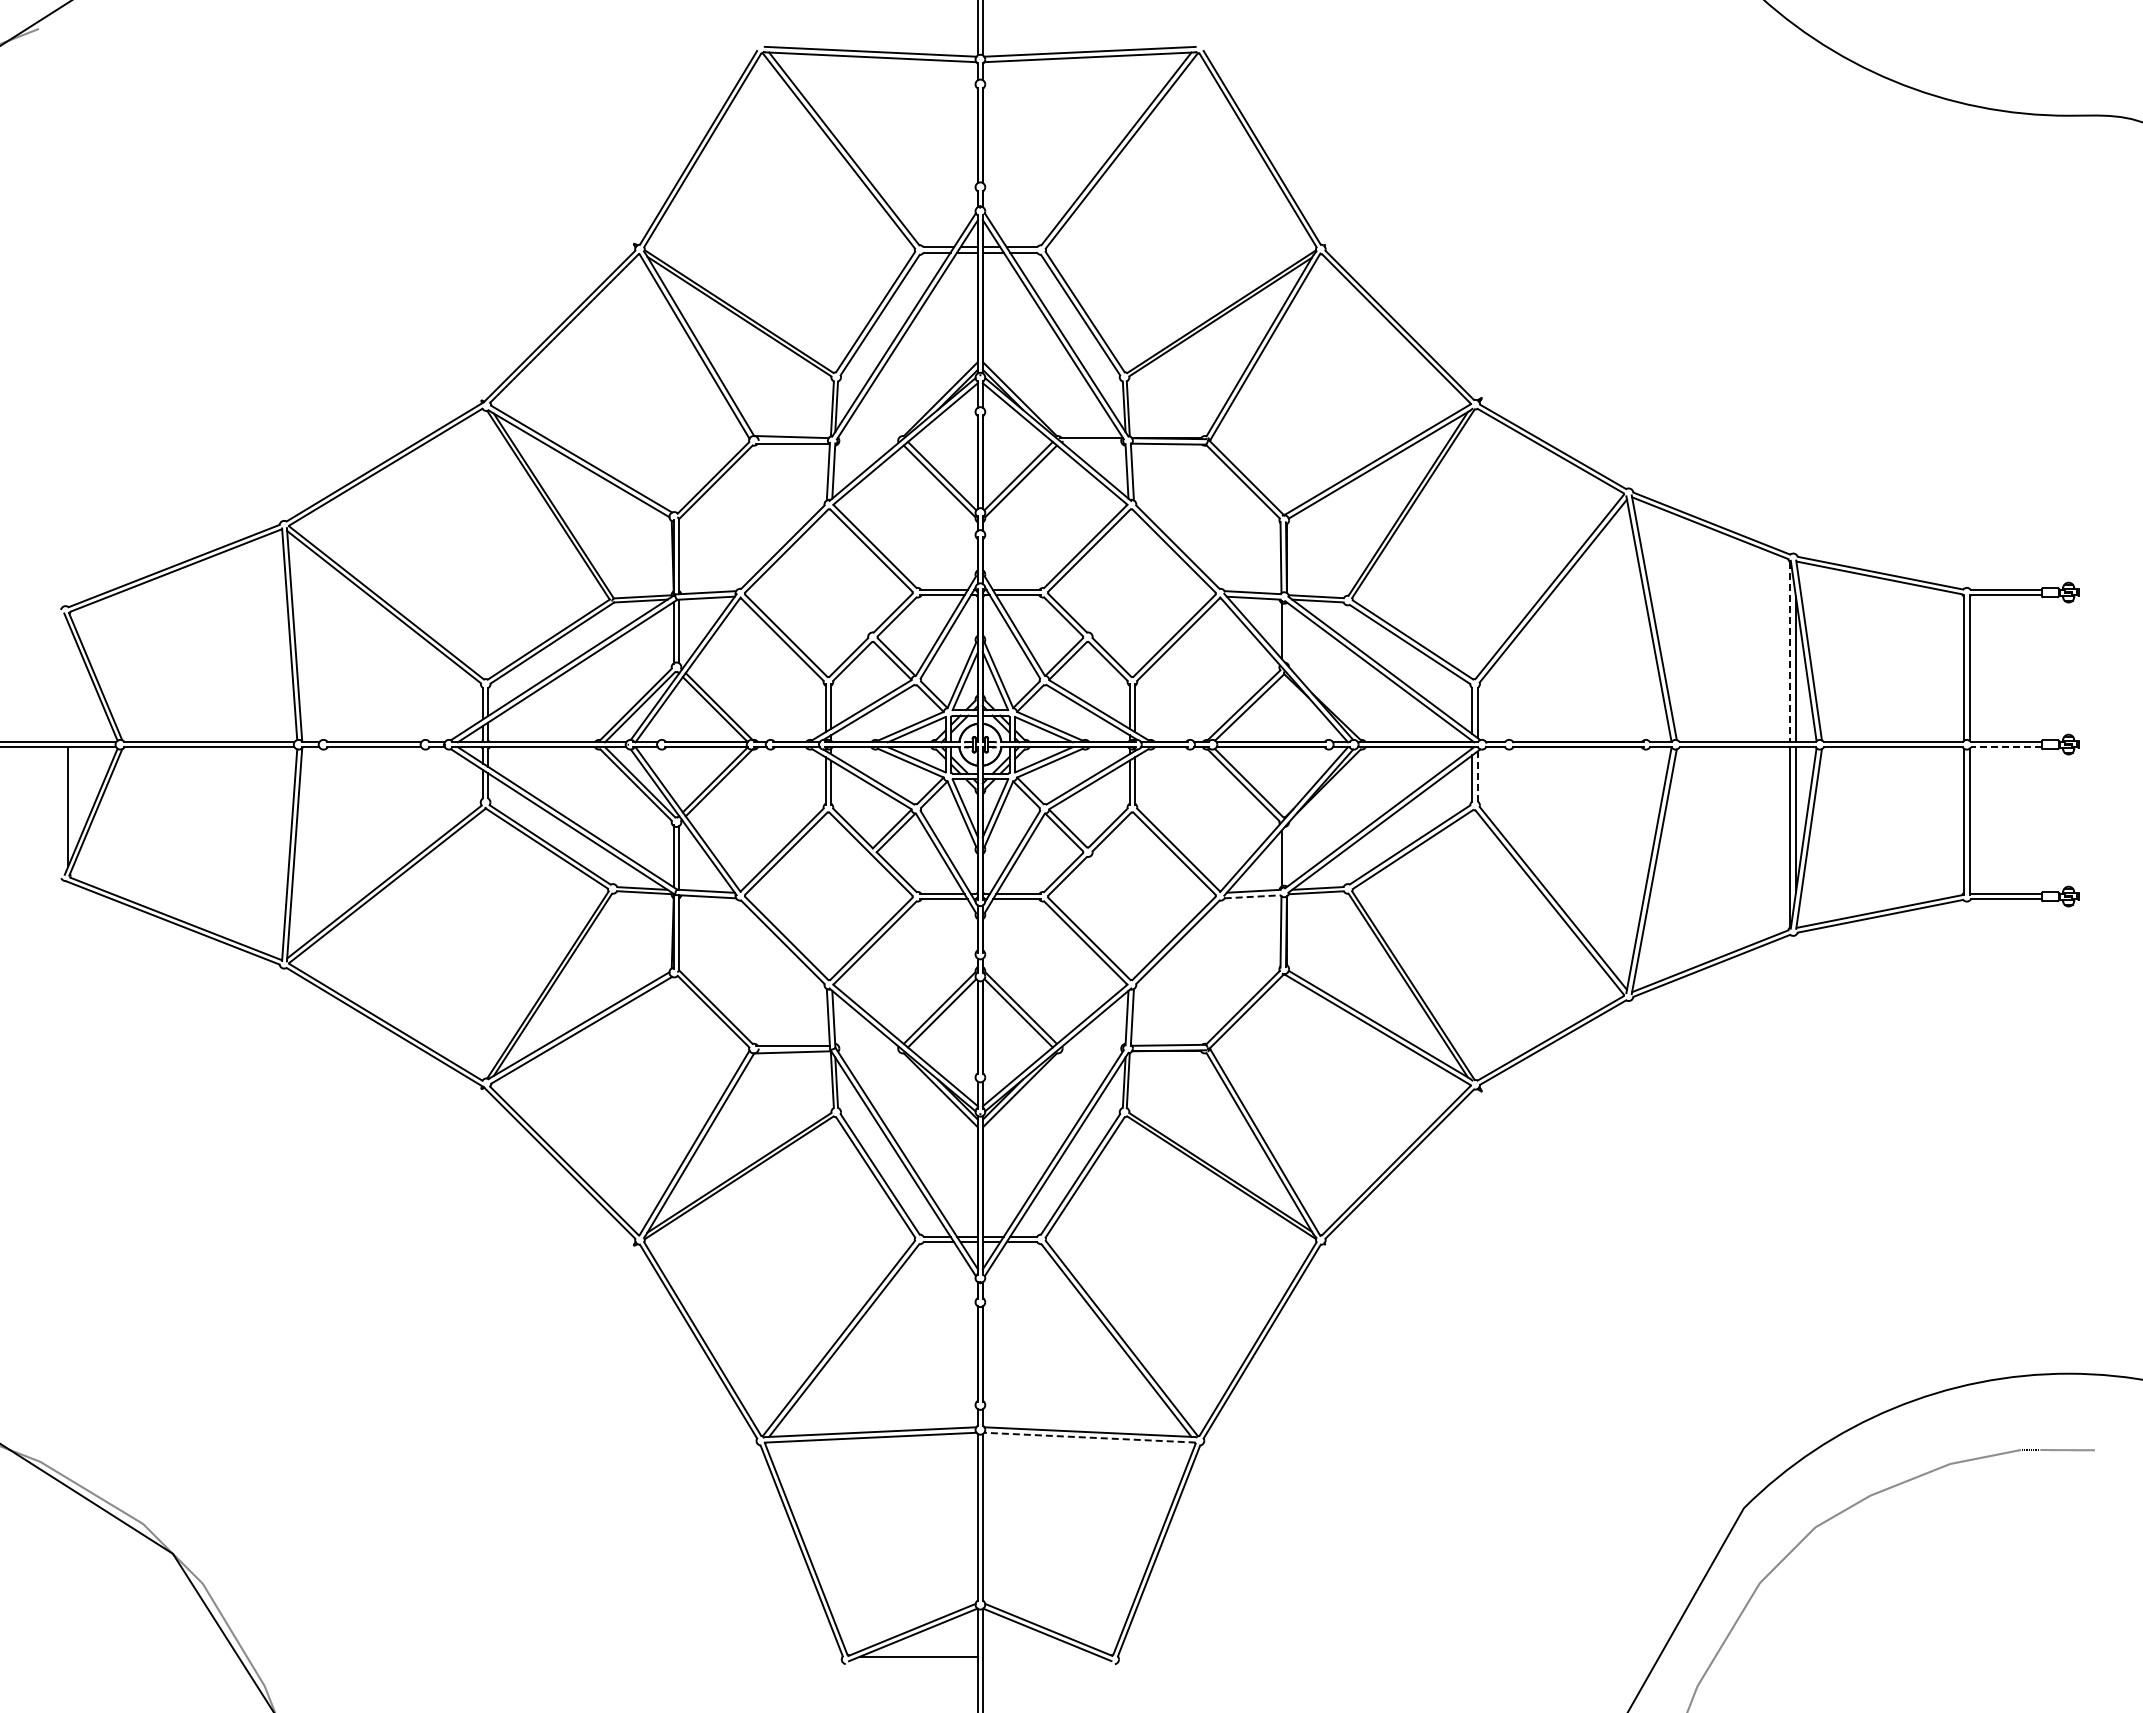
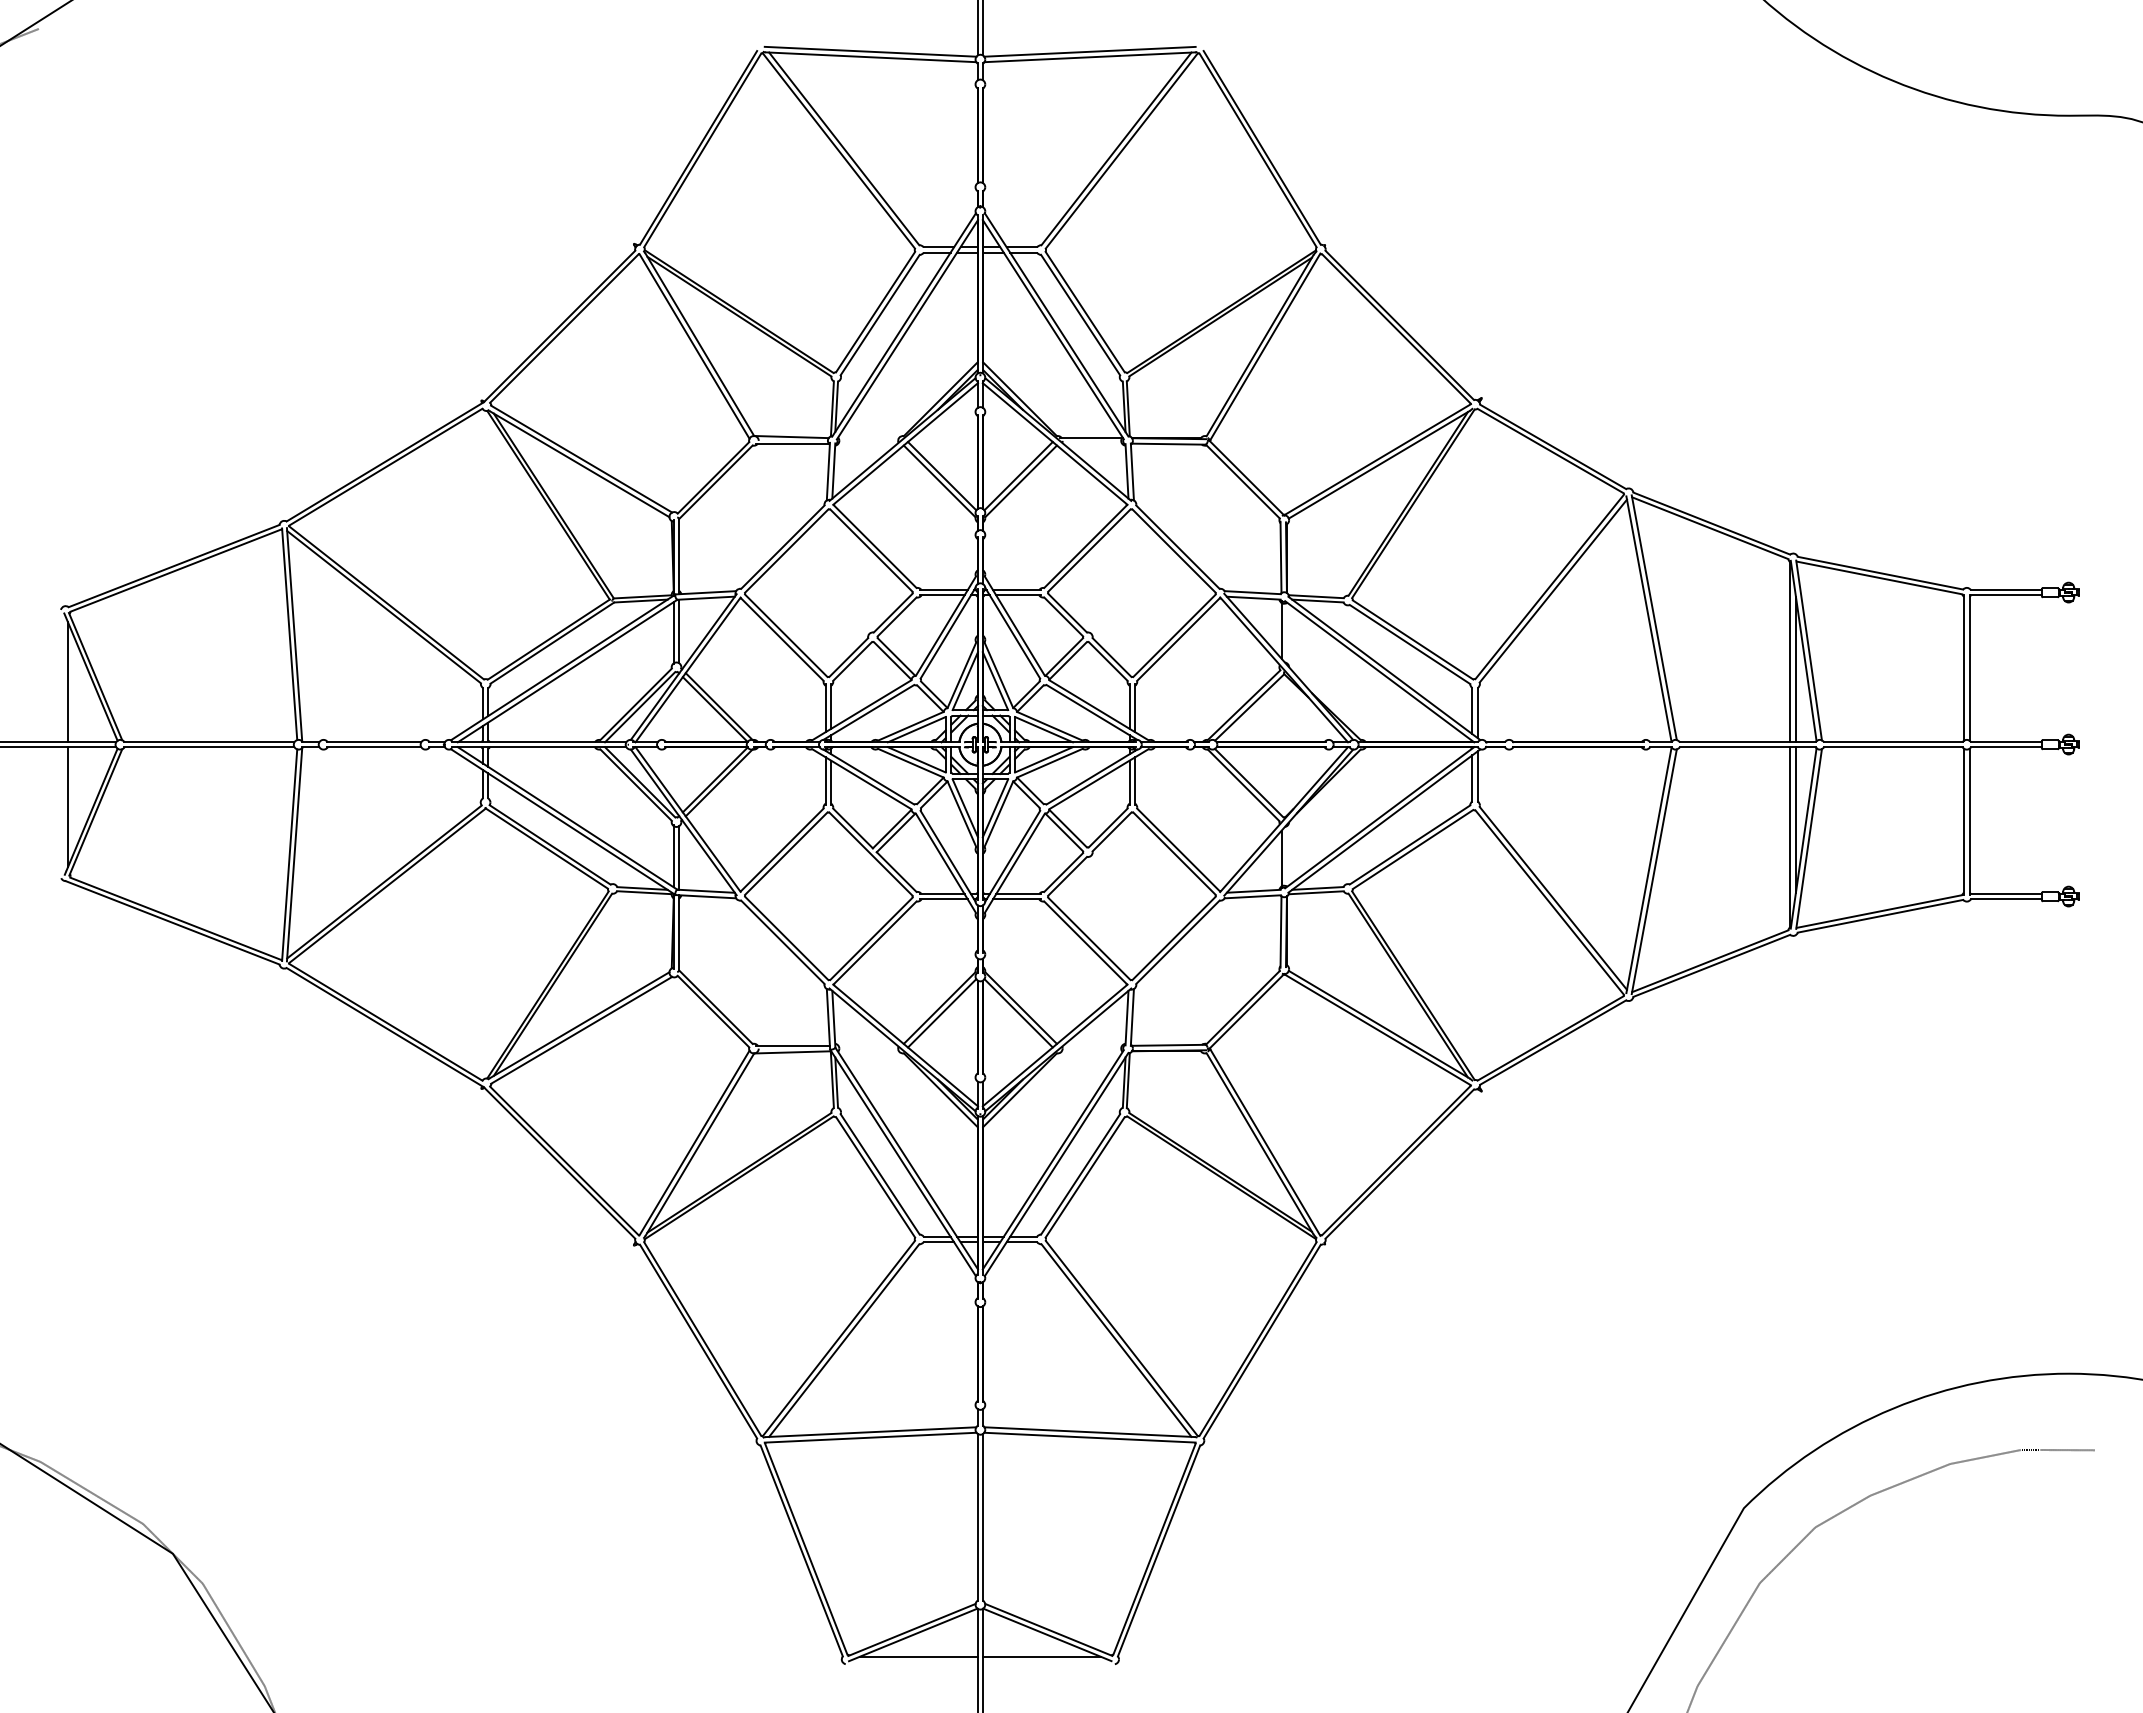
line at (1790, 652): dashed -> solid
line at (68, 682): none -> present
line at (2005, 747): dashed -> solid
line at (1477, 776): dashed -> solid
line at (1253, 896): dashed -> solid
line at (1089, 1437): dashed -> solid
line at (1041, 1656): none -> present
